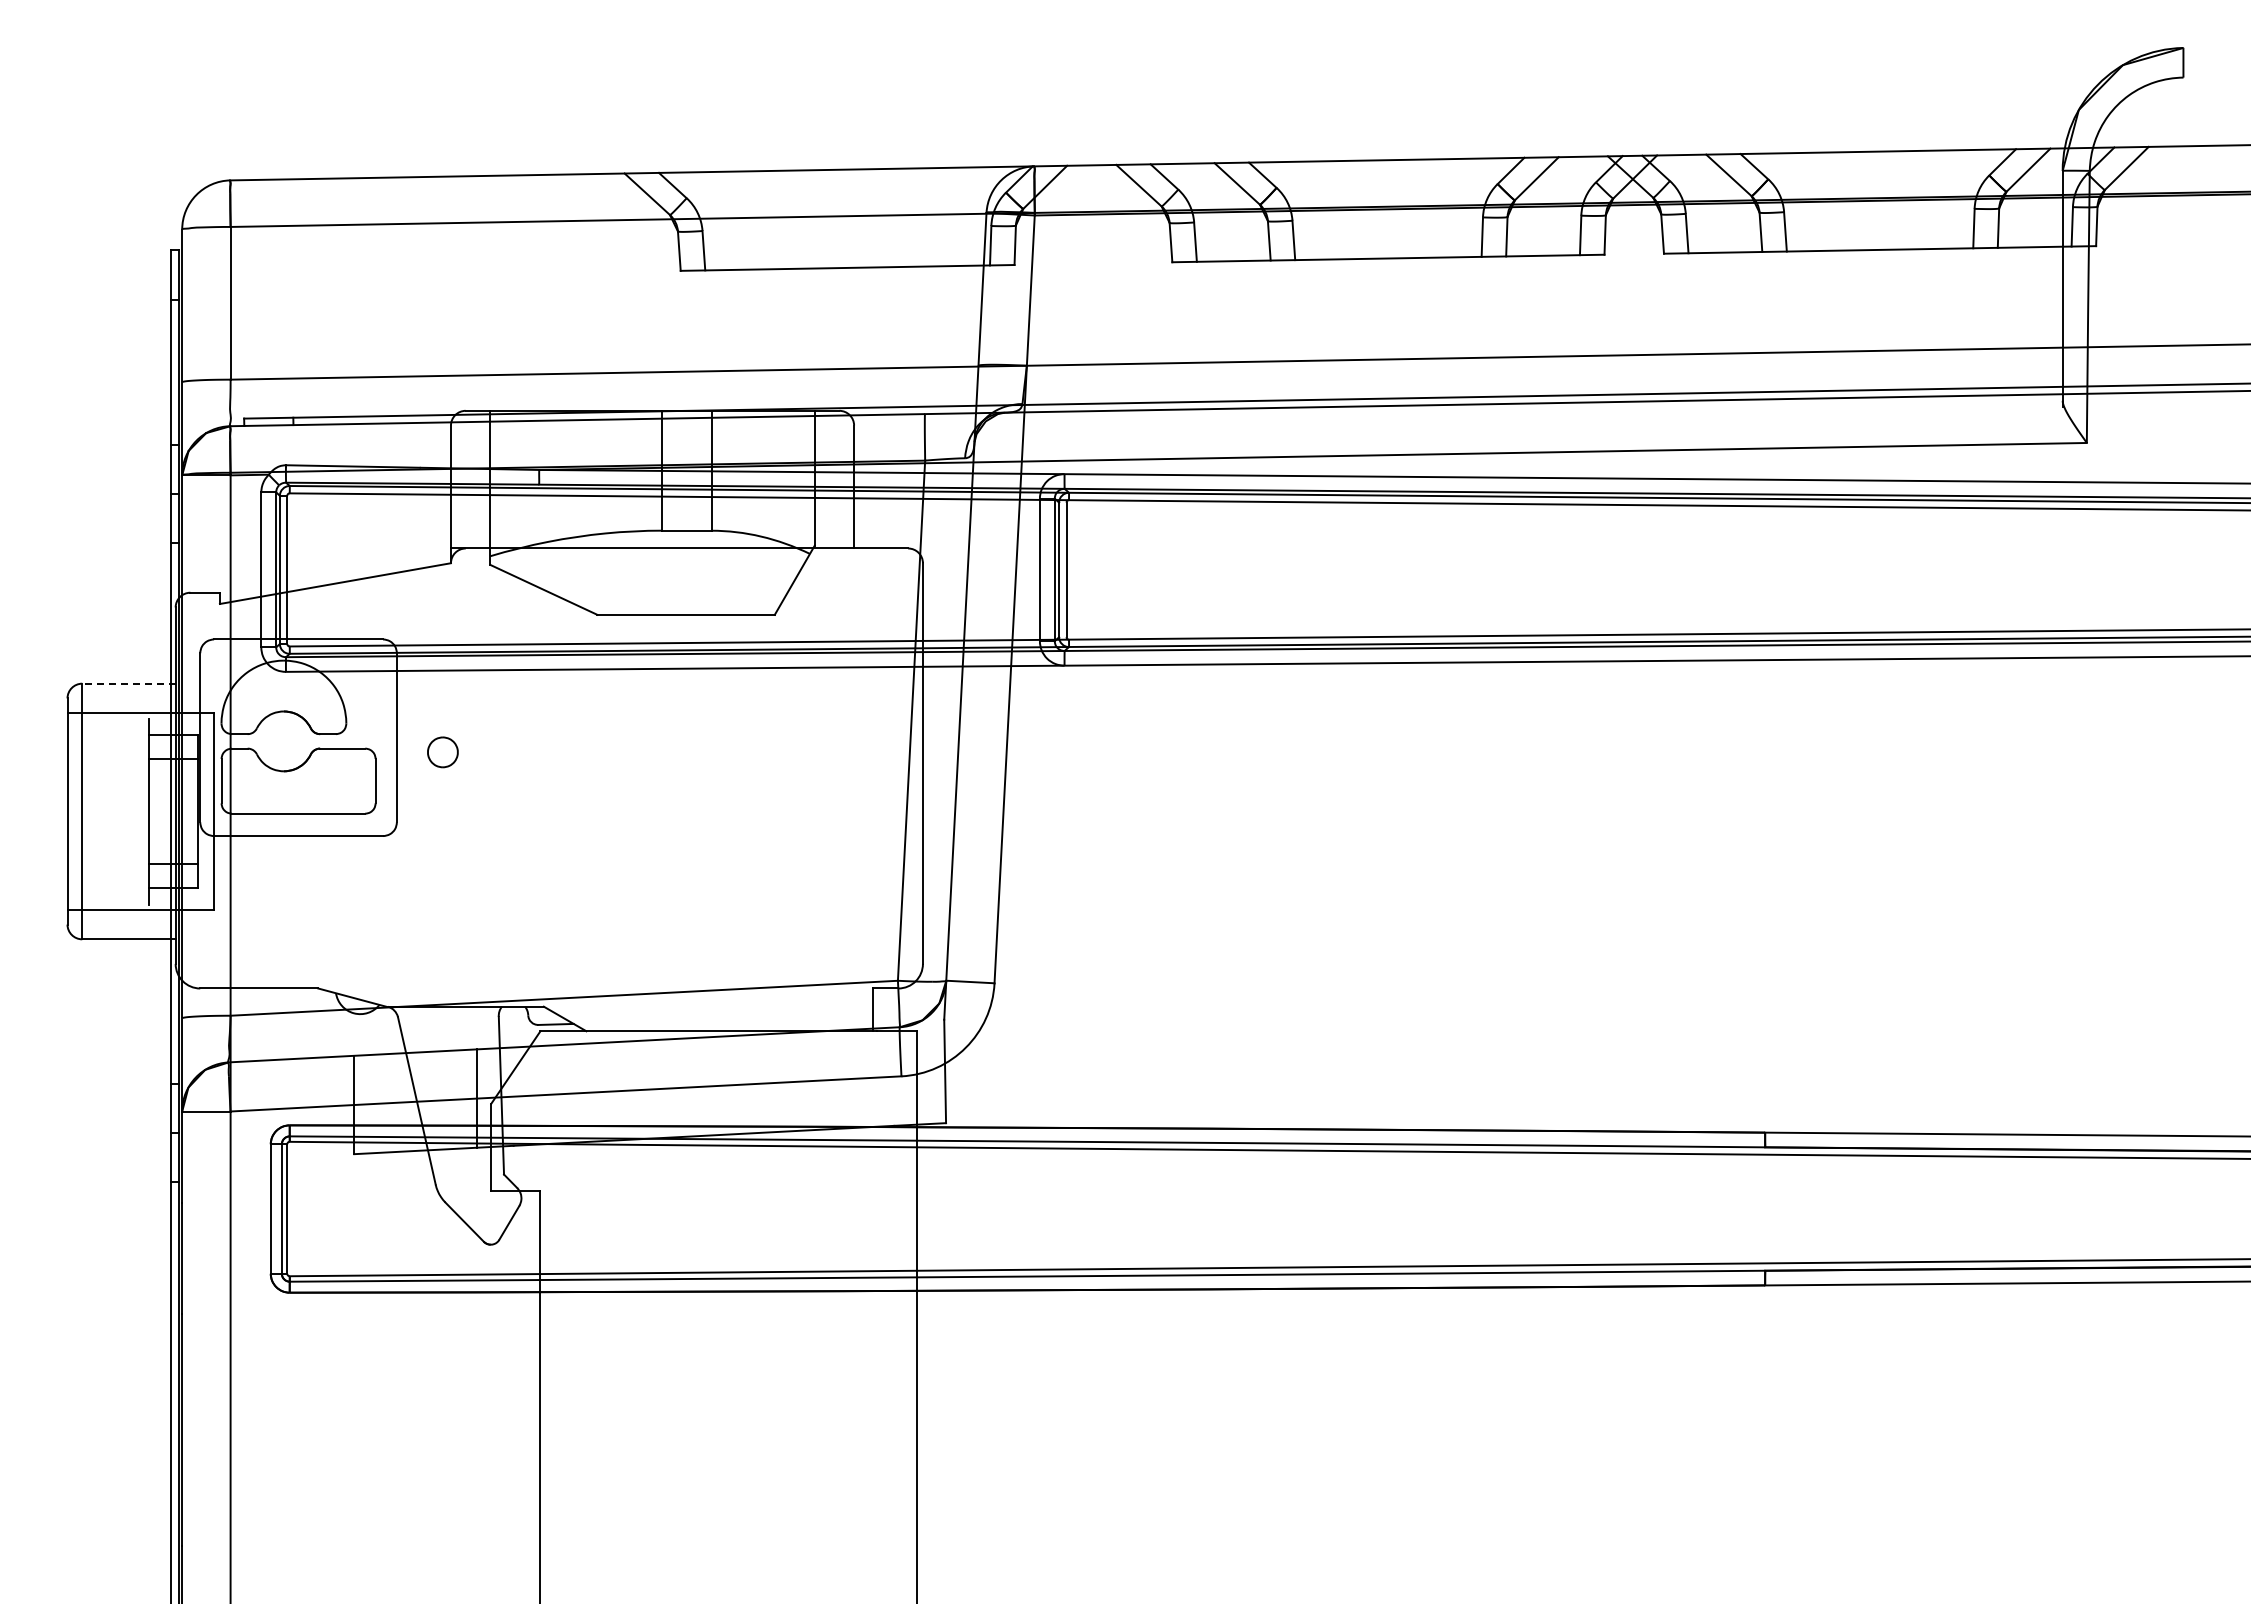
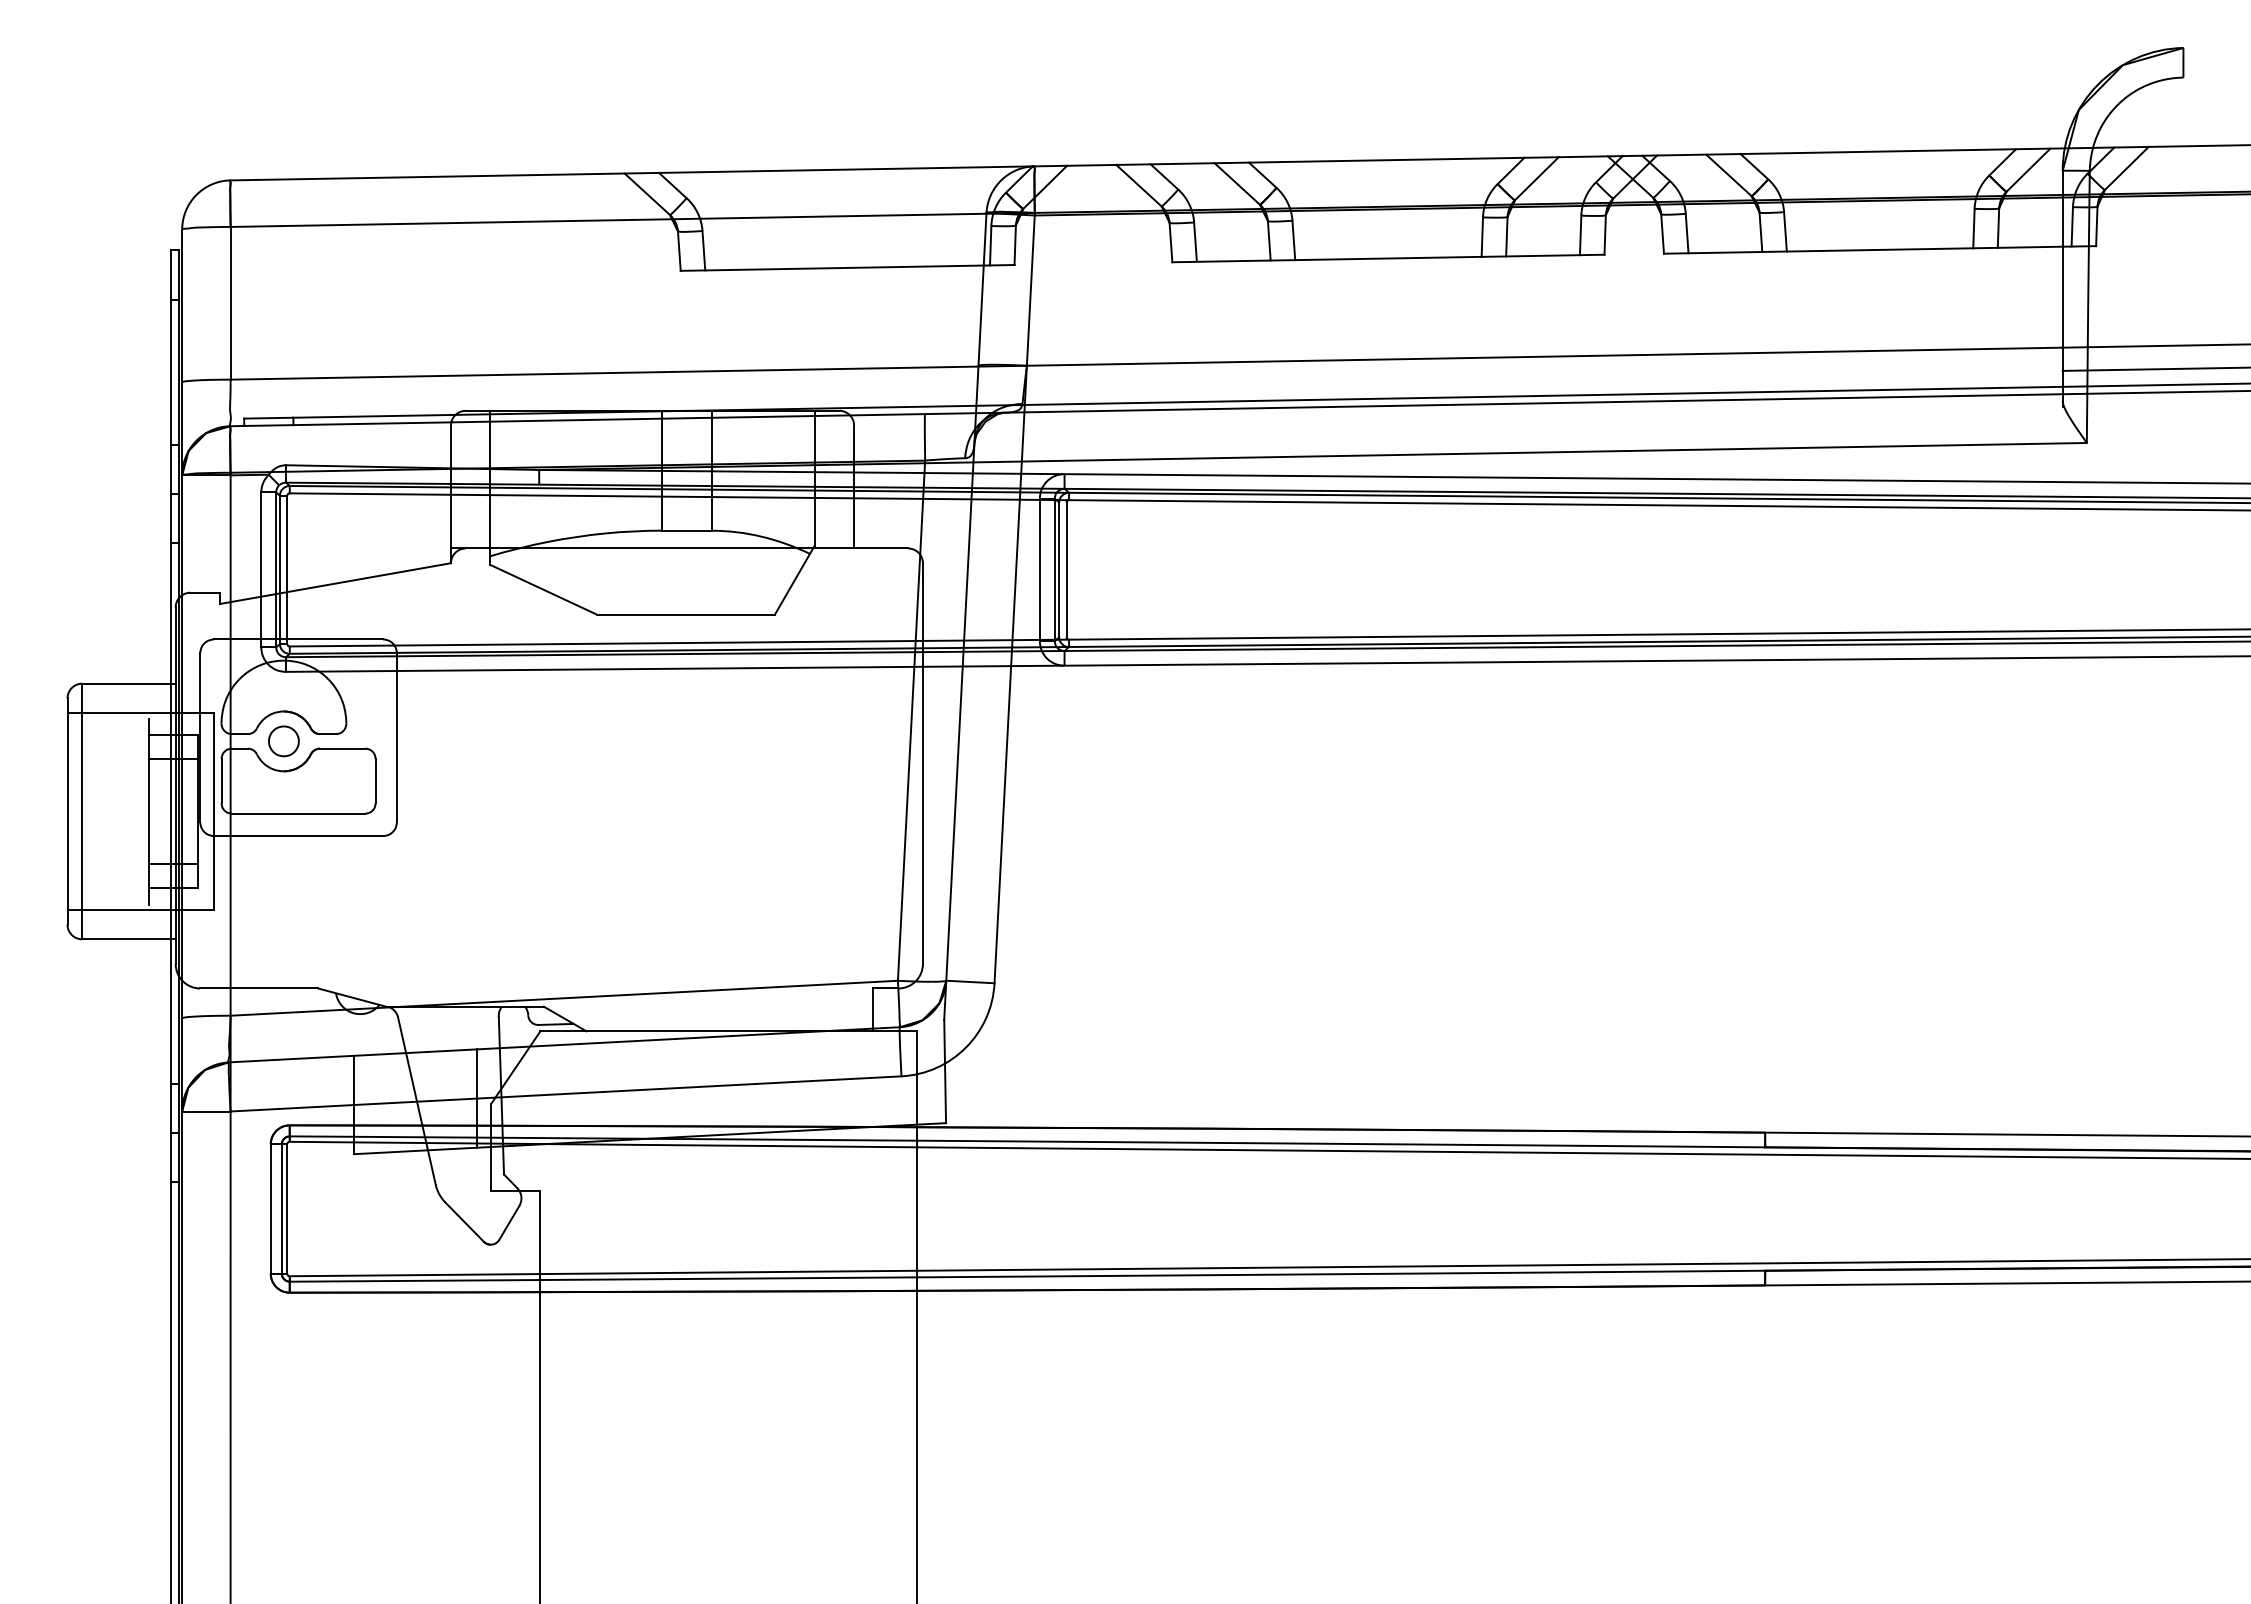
line at (2154, 368): none -> present
line at (128, 683): dashed -> solid
part at (442, 752) position: (442, 752) -> (283, 741)
